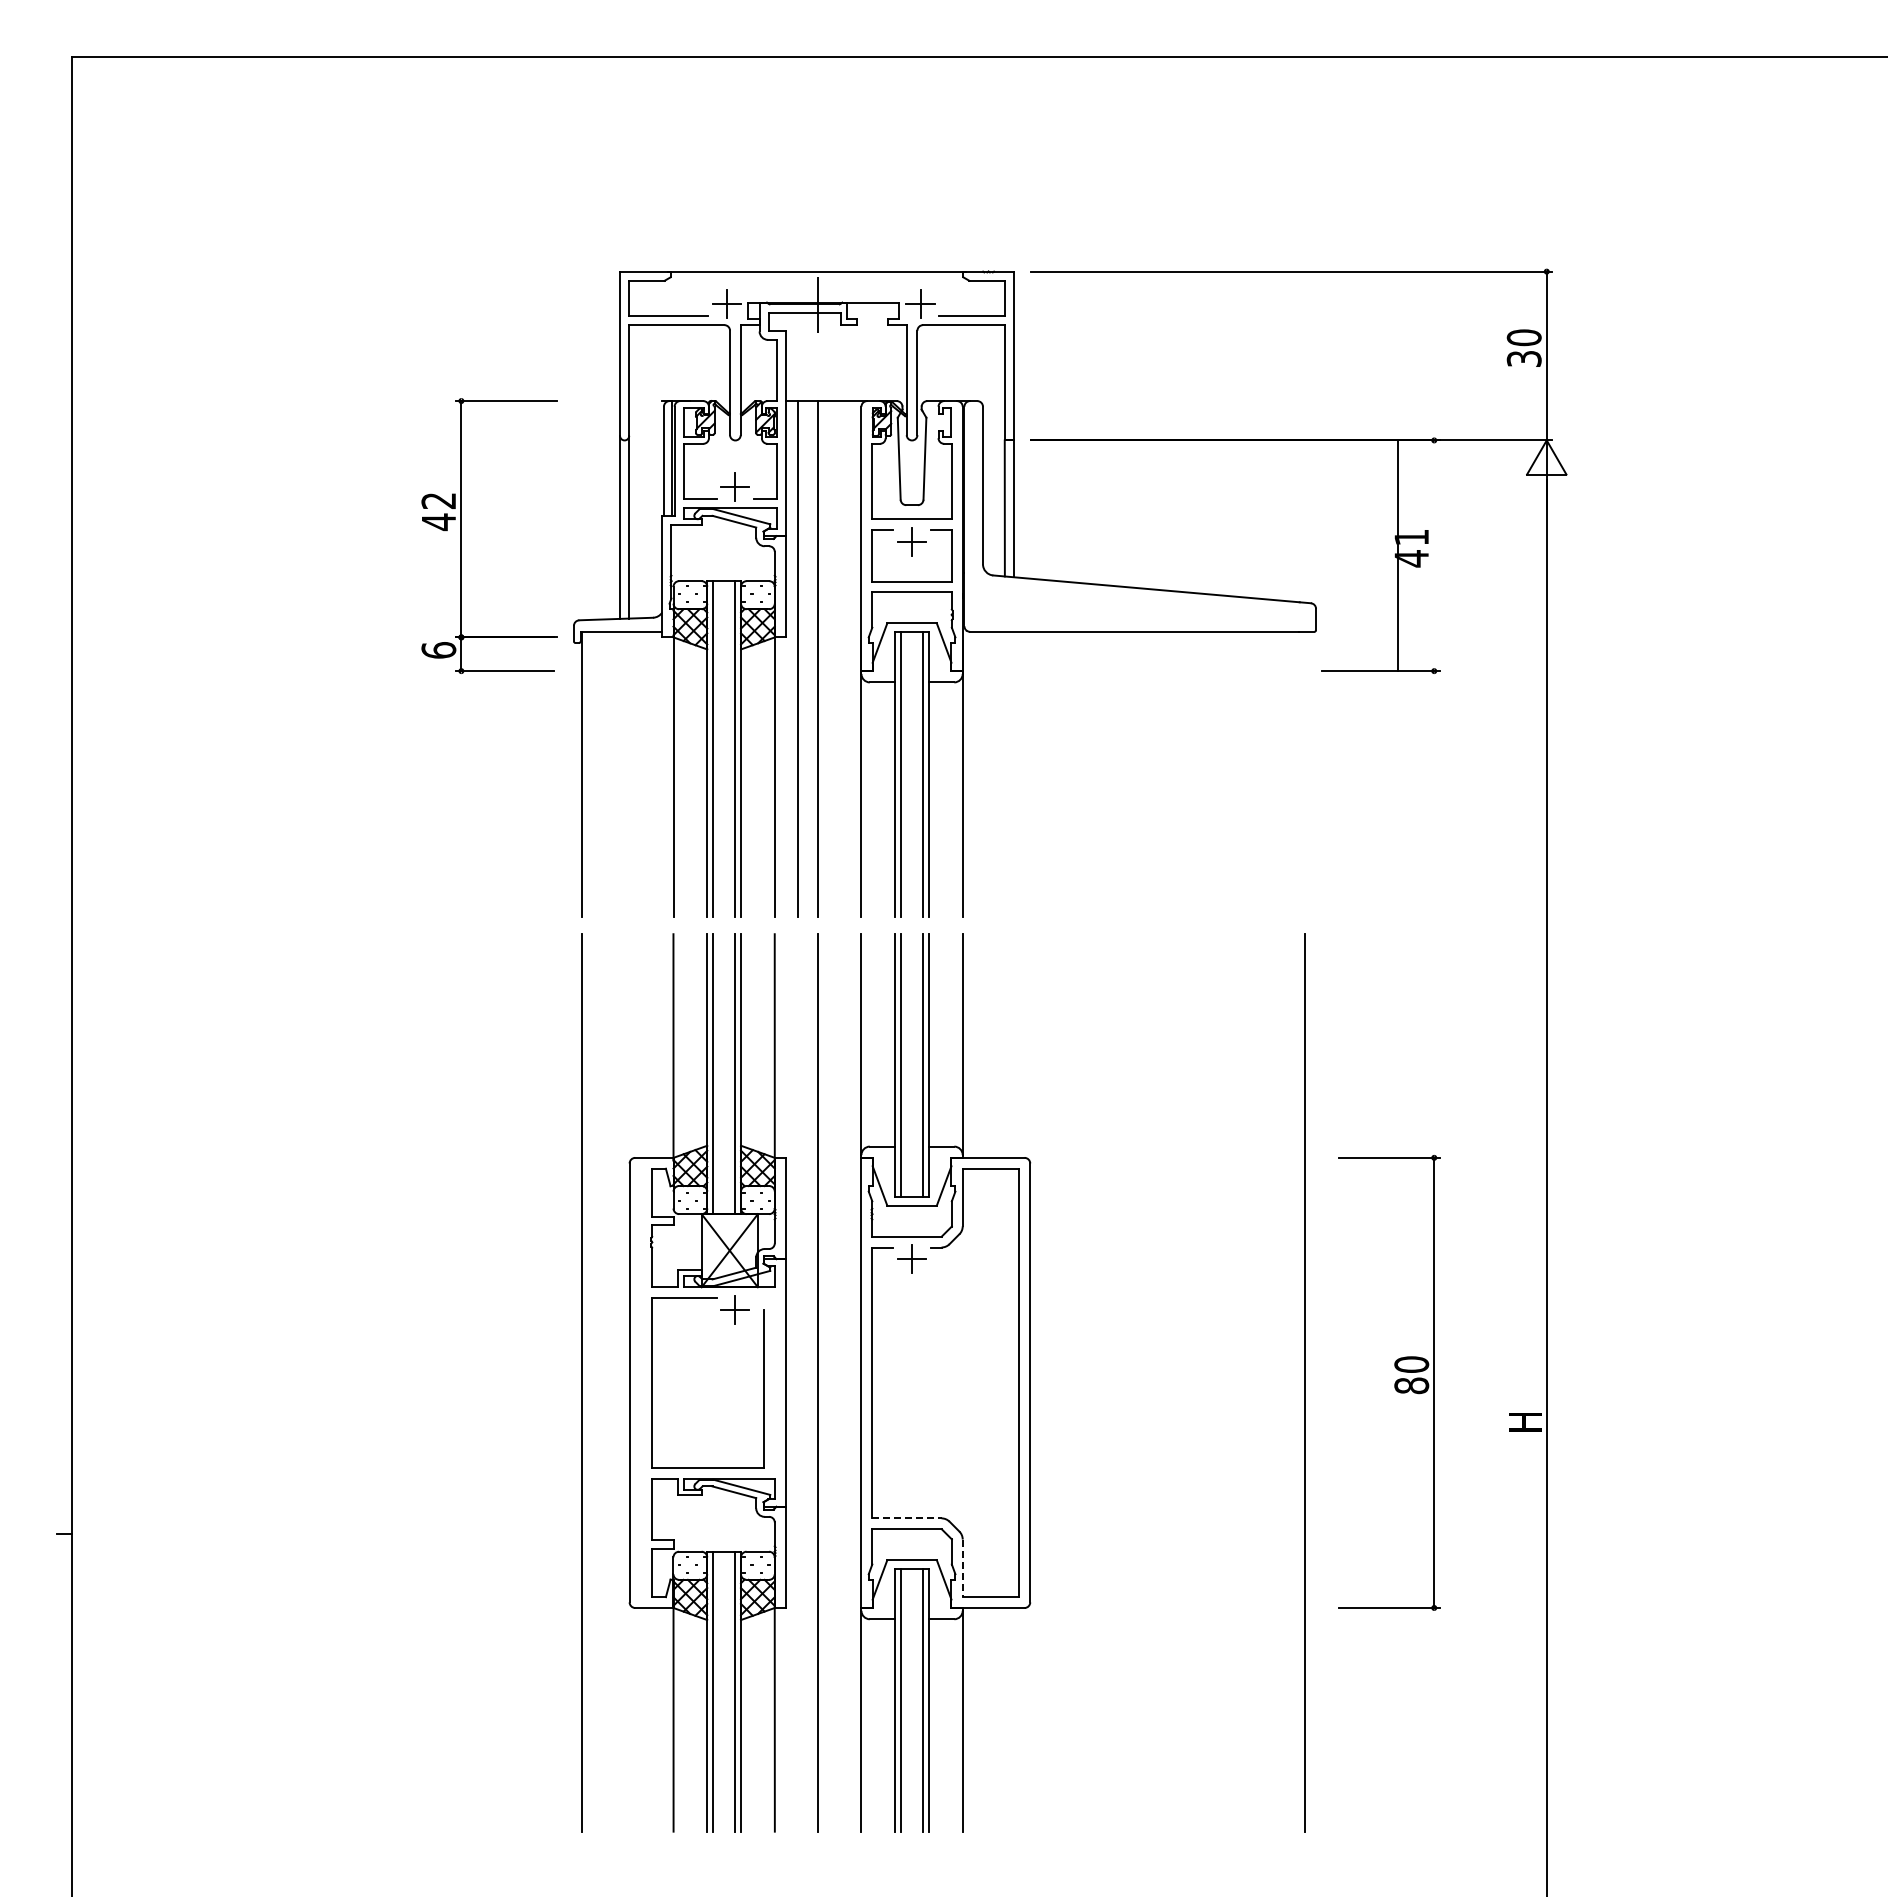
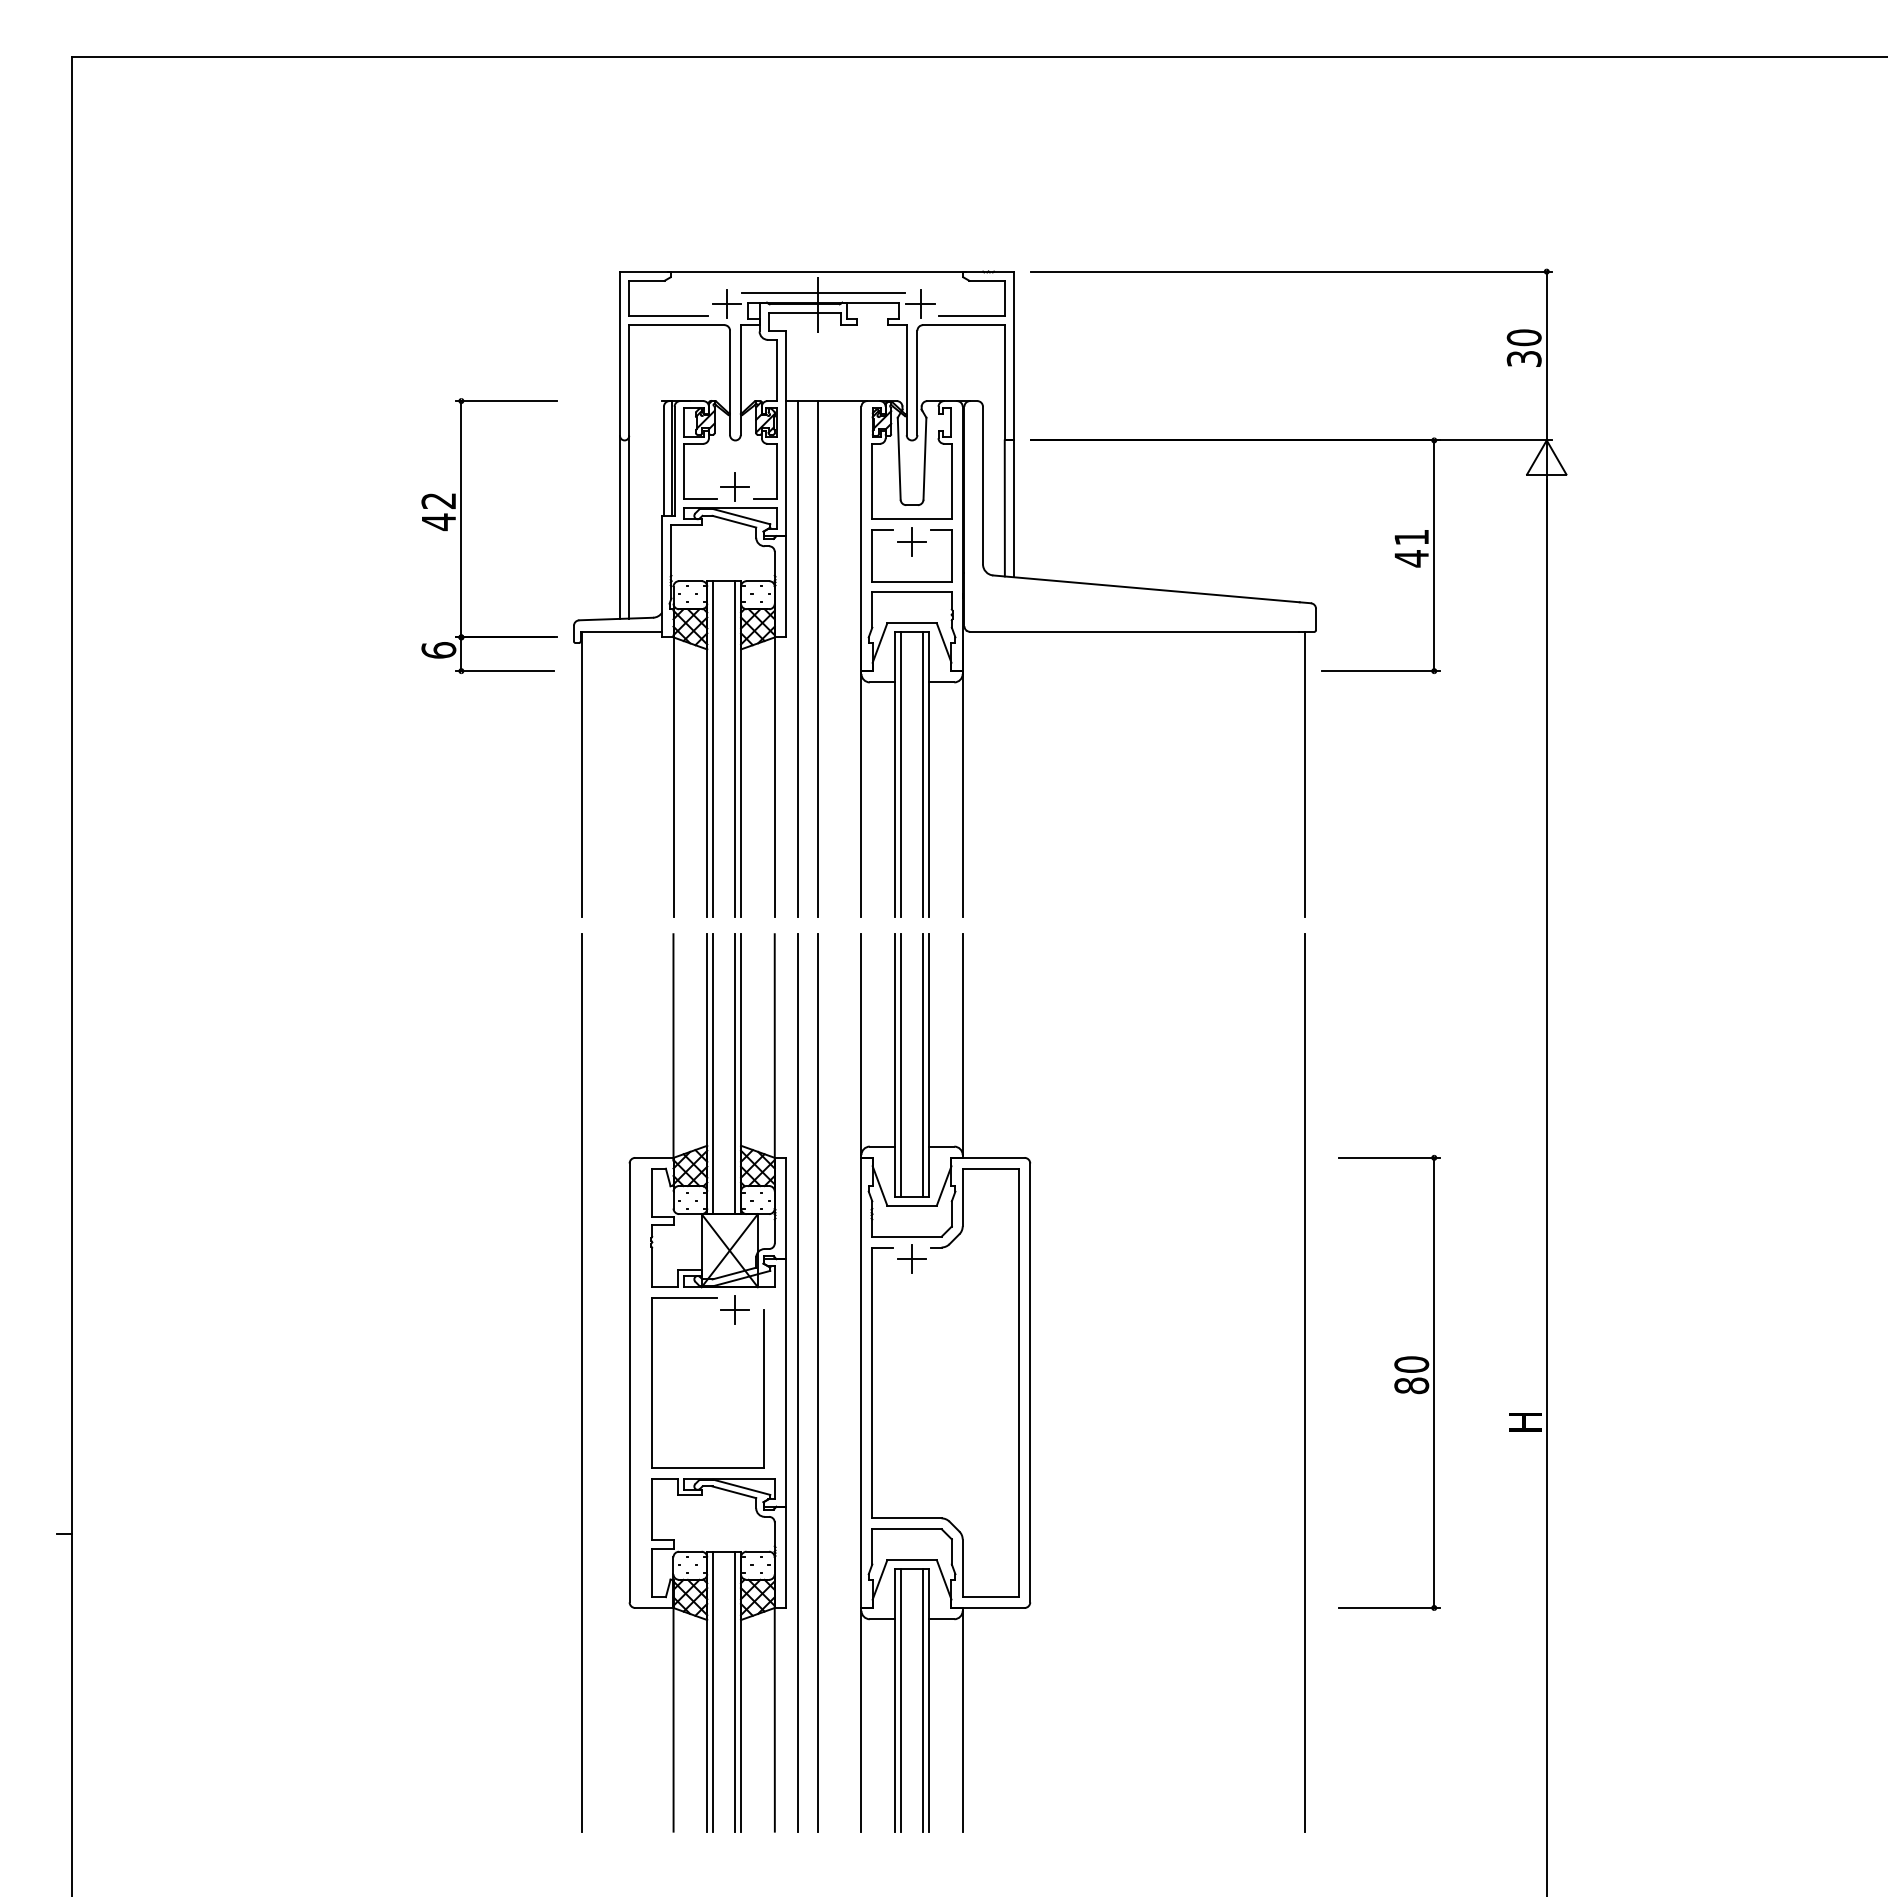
line at (823, 293): none -> present
line at (1398, 555) position: (1398, 555) -> (1434, 555)
line at (1304, 774): none -> present
line at (798, 1382): none -> present
line at (906, 1518): dashed -> solid
line at (962, 1568): dashed -> solid
